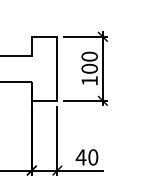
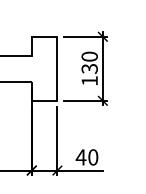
text at (89, 68): 100 -> 130
